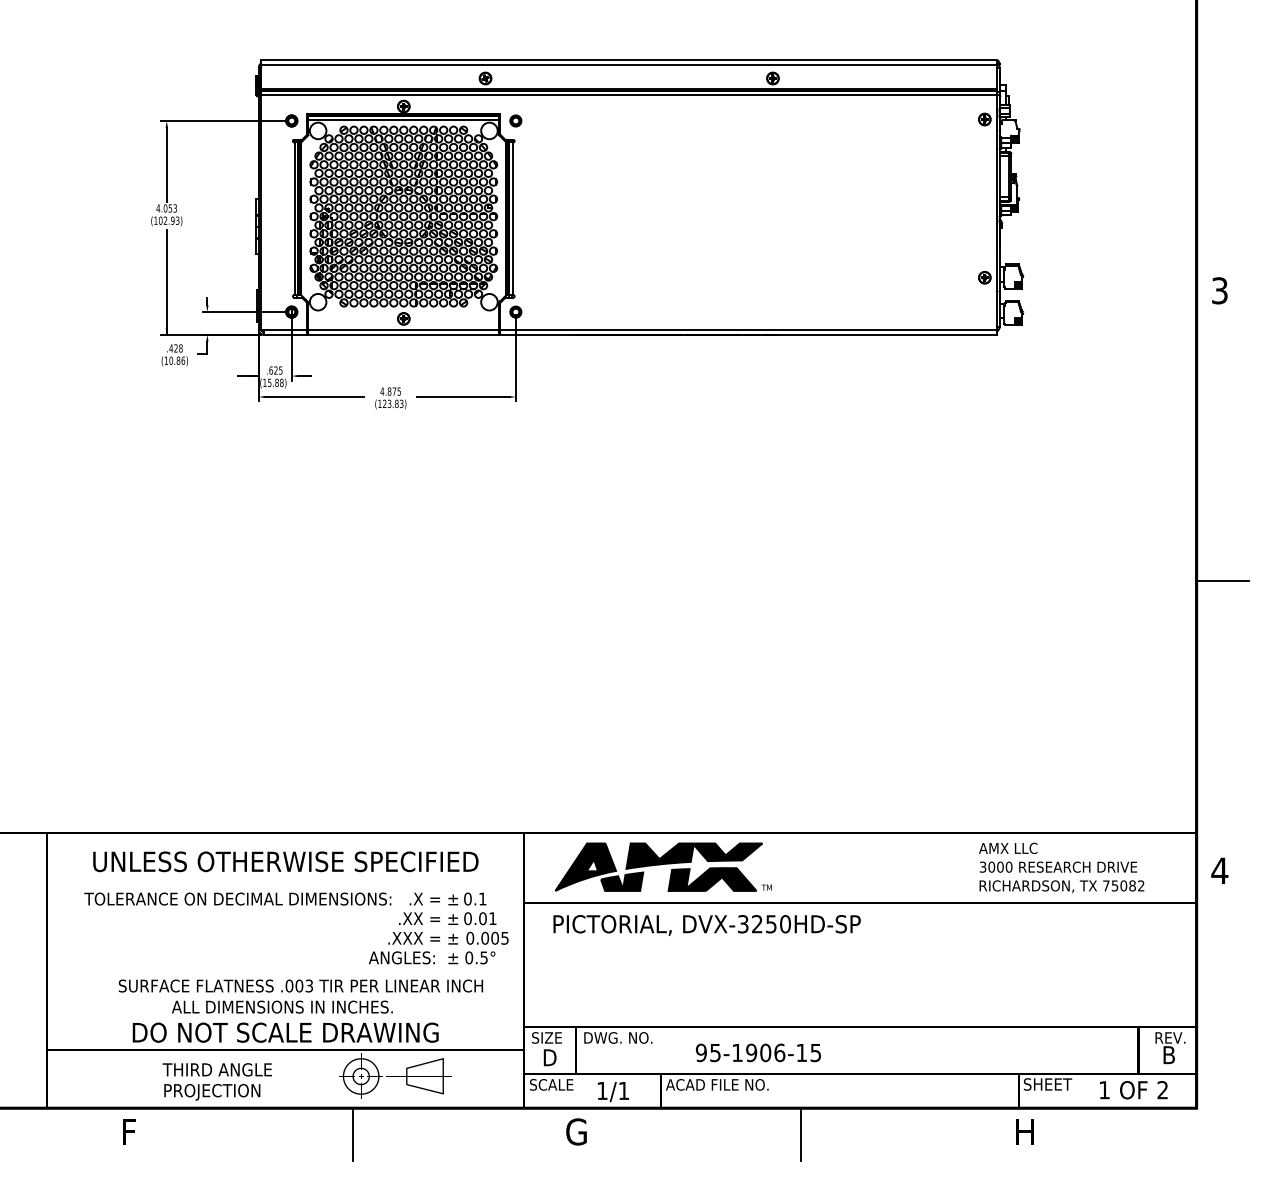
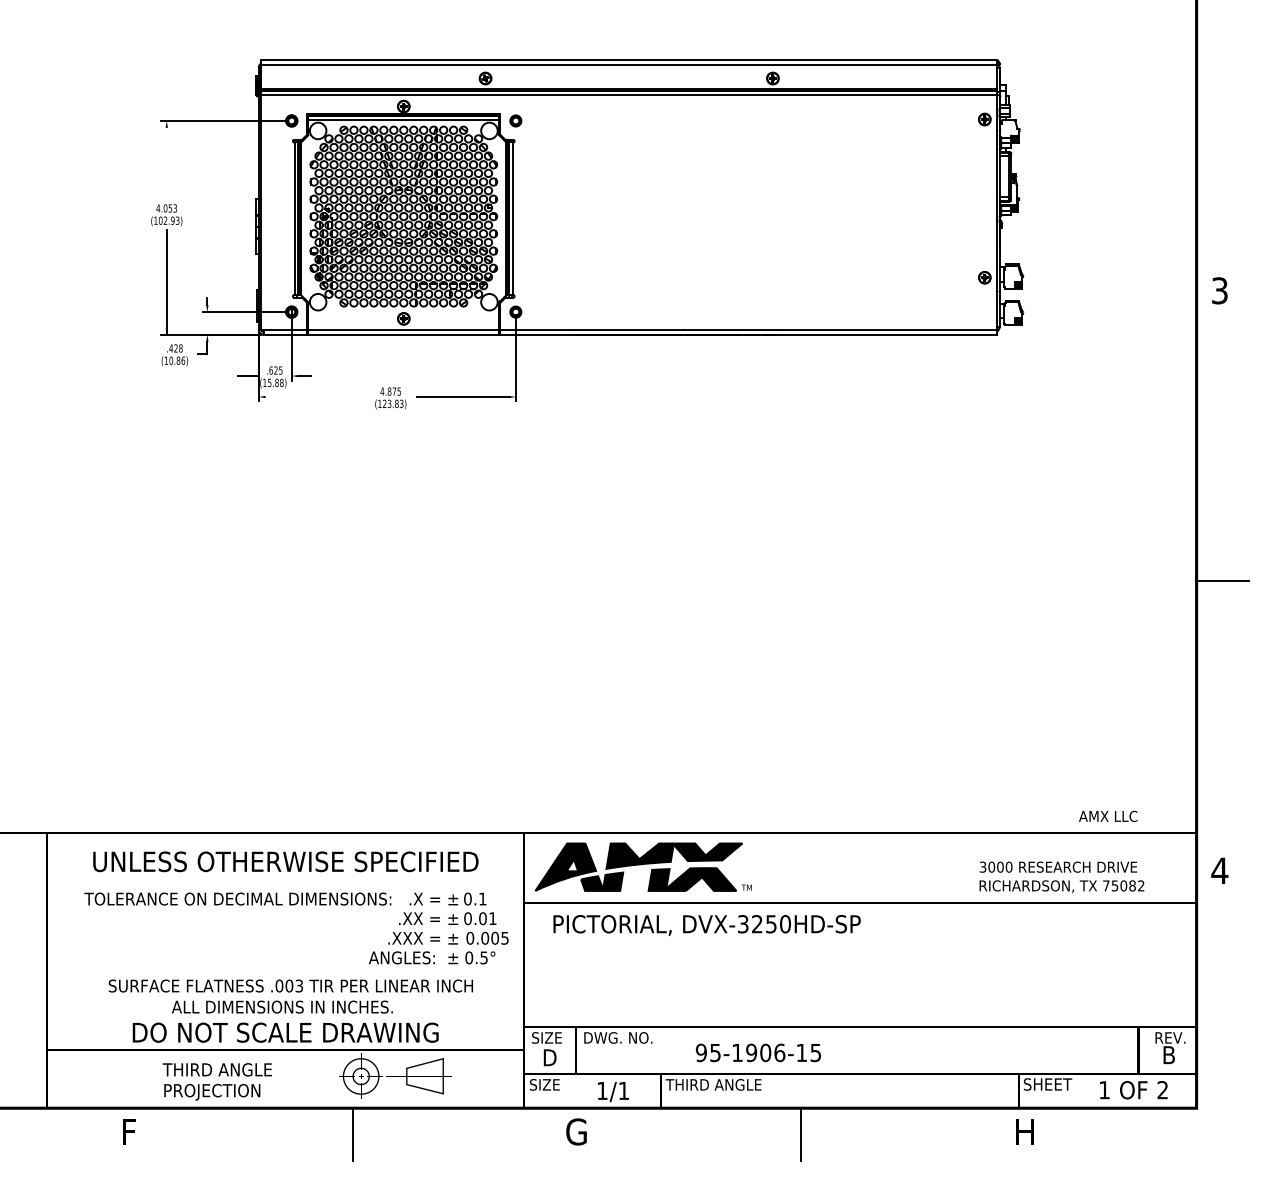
line at (166, 164): present -> none
line at (314, 396): present -> none
text at (1008, 847) position: (1008, 847) -> (1108, 815)
part at (662, 866) position: (662, 866) -> (642, 866)
text at (300, 985) position: (300, 985) -> (290, 985)
text at (555, 1084): SCALE -> SIZE
text at (716, 1084): ACAD FILE NO. -> THIRD ANGLE
